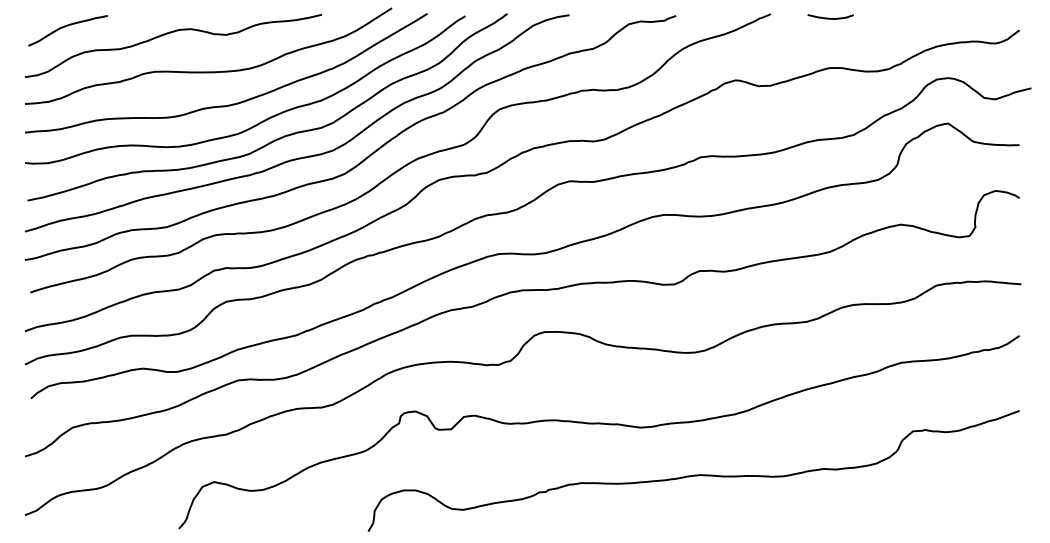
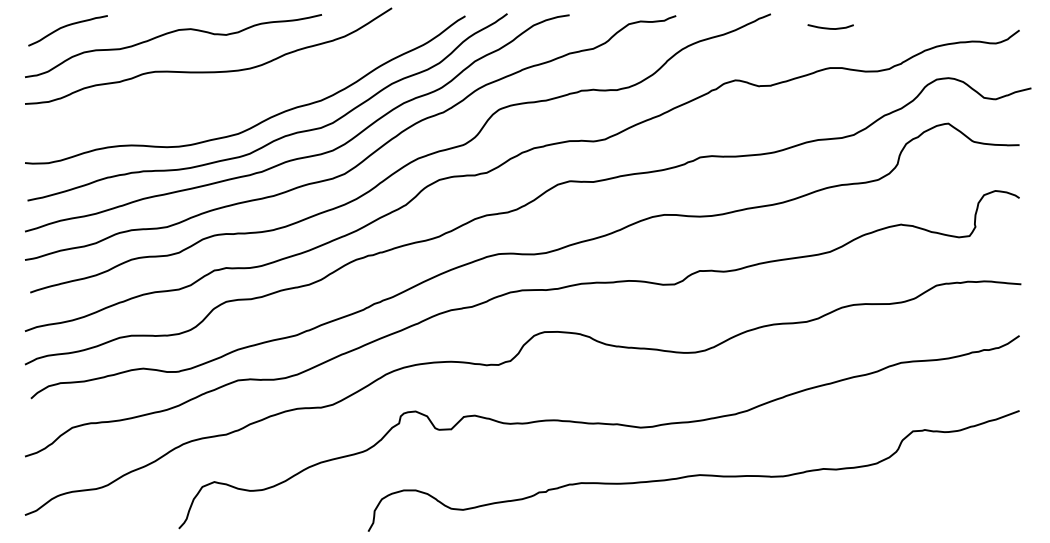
curve at (829, 17) position: (829, 17) -> (829, 27)
curve at (232, 103): present -> none
